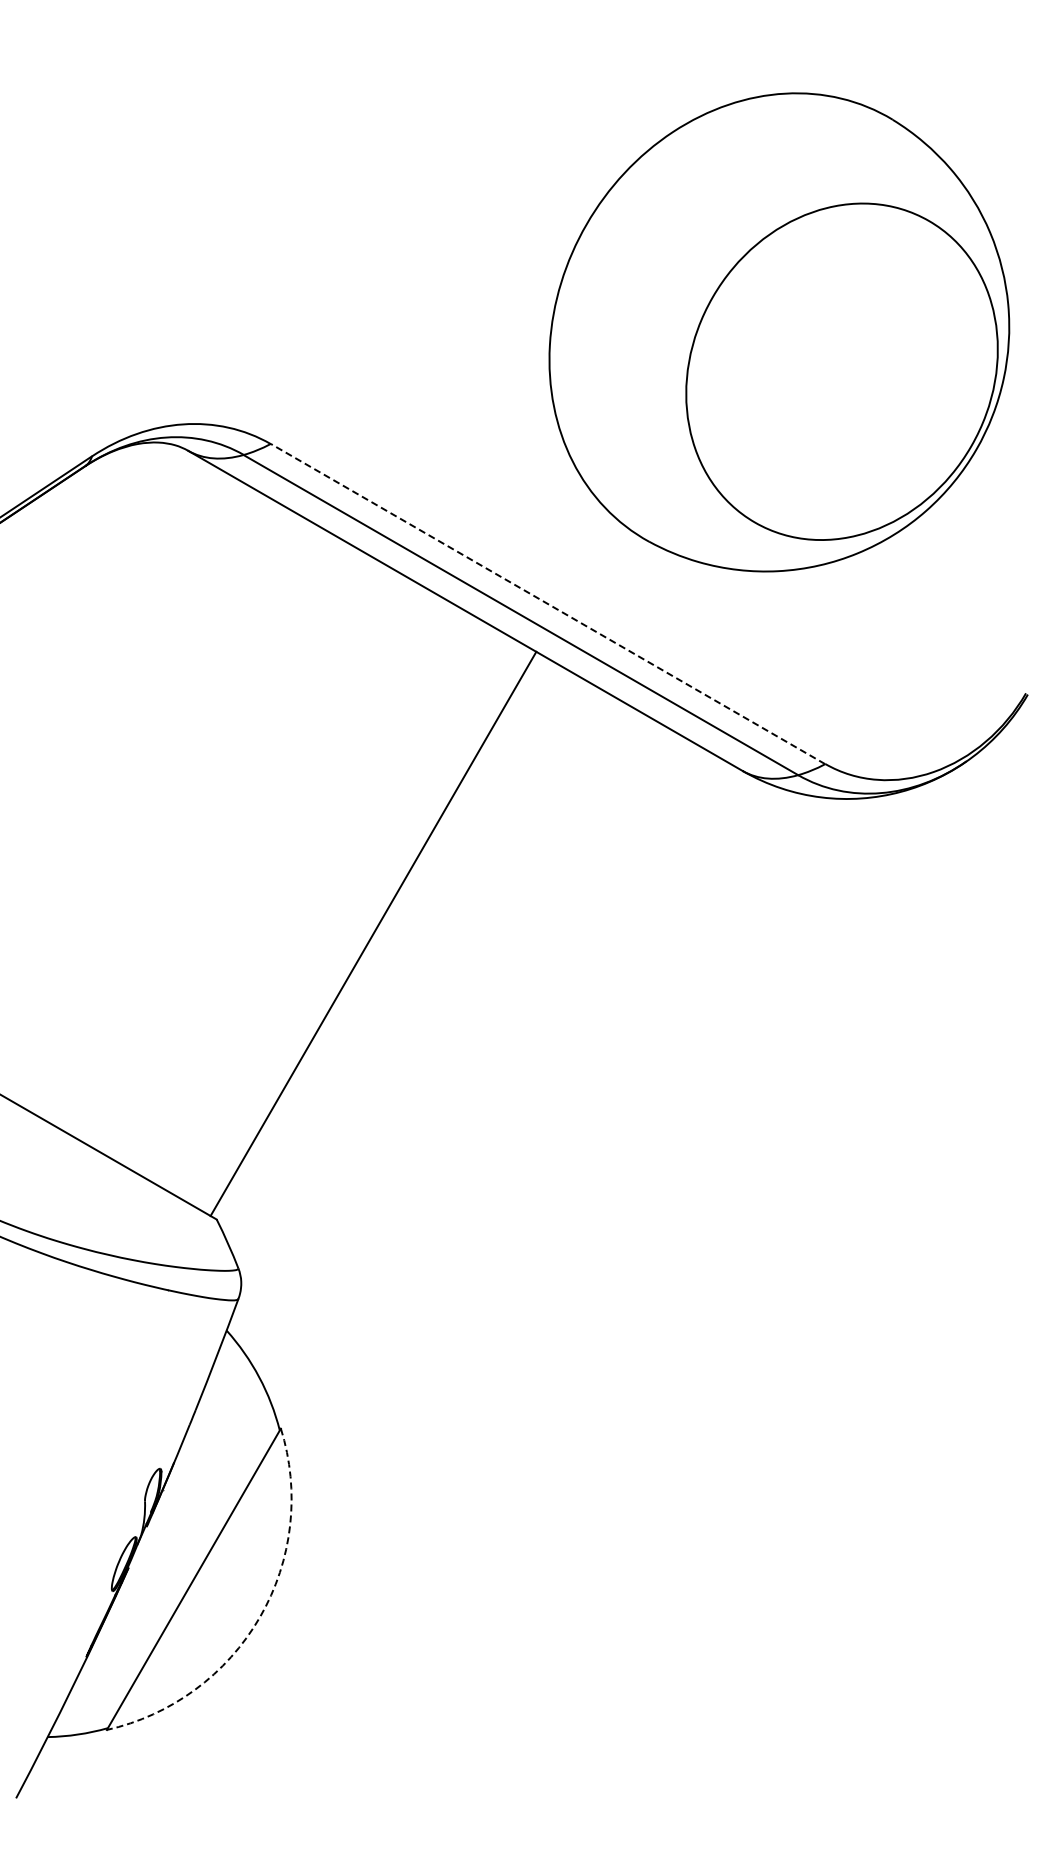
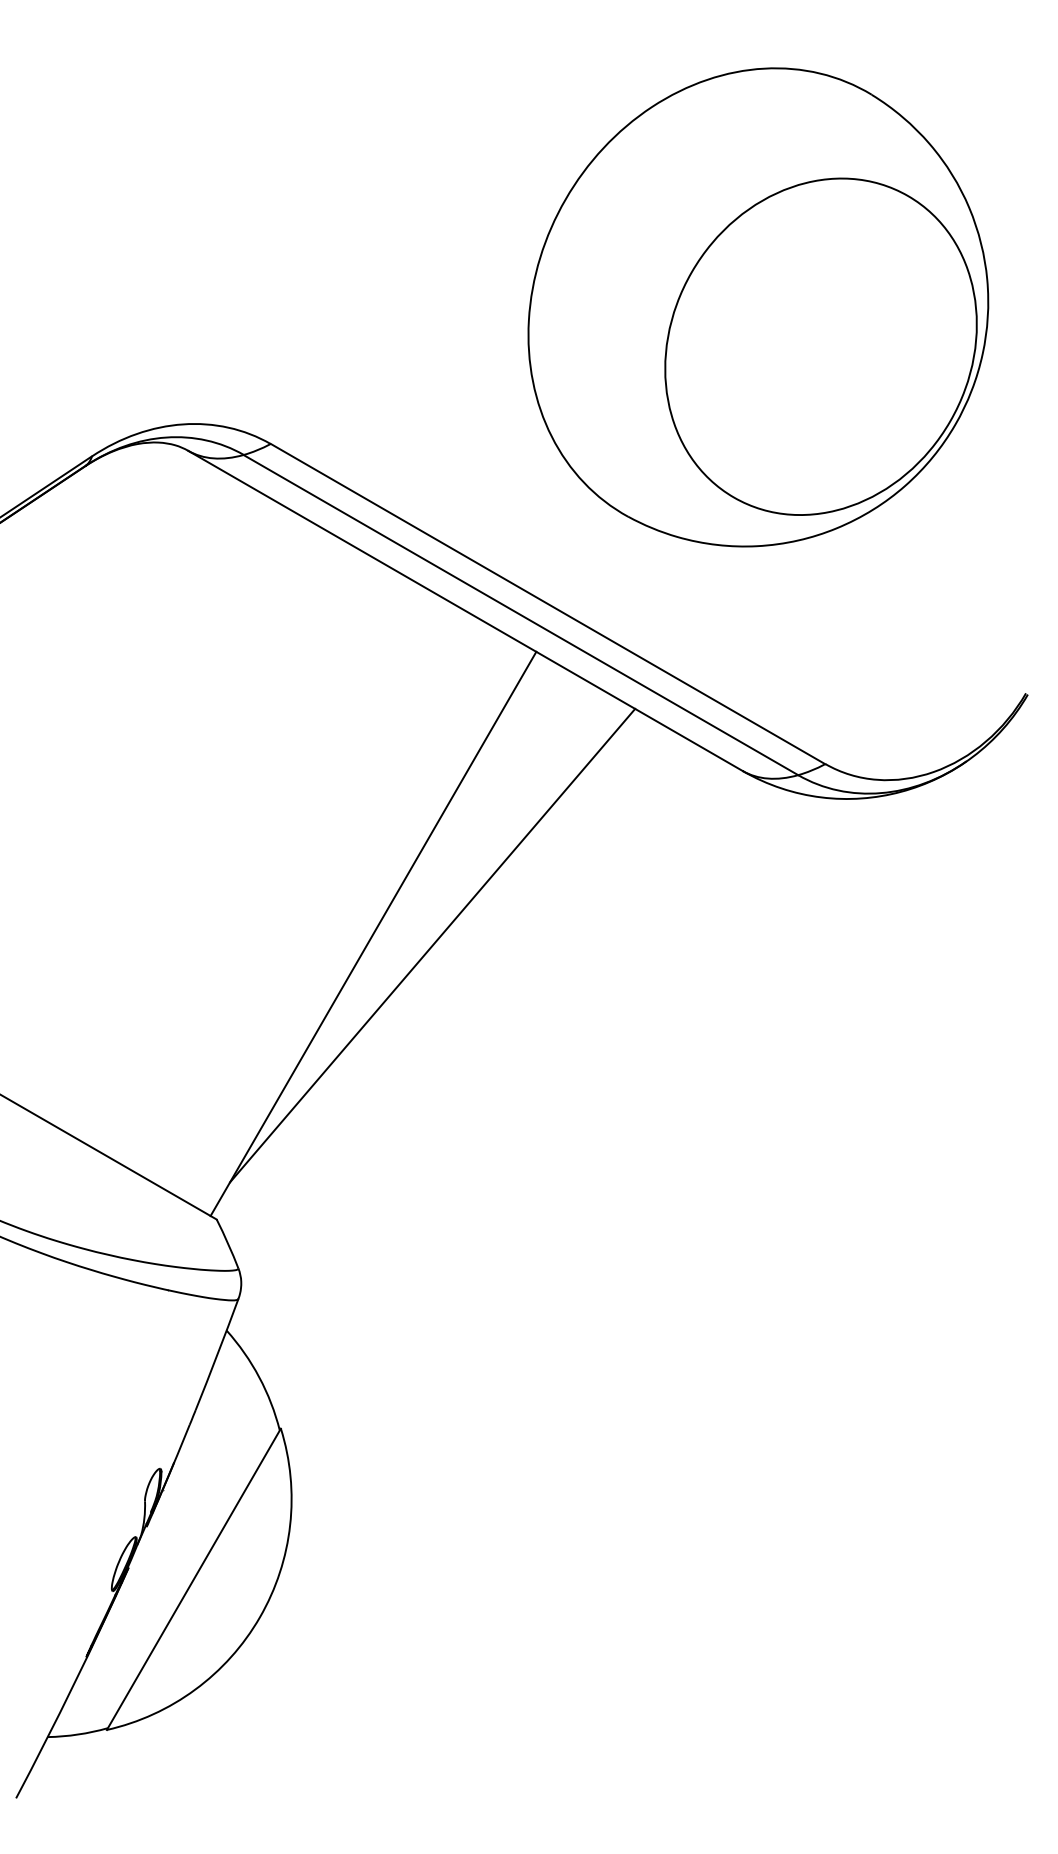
part at (779, 332) position: (779, 332) -> (758, 307)
line at (547, 603): dashed -> solid
line at (432, 945): none -> present
arc at (259, 1617): dashed -> solid
